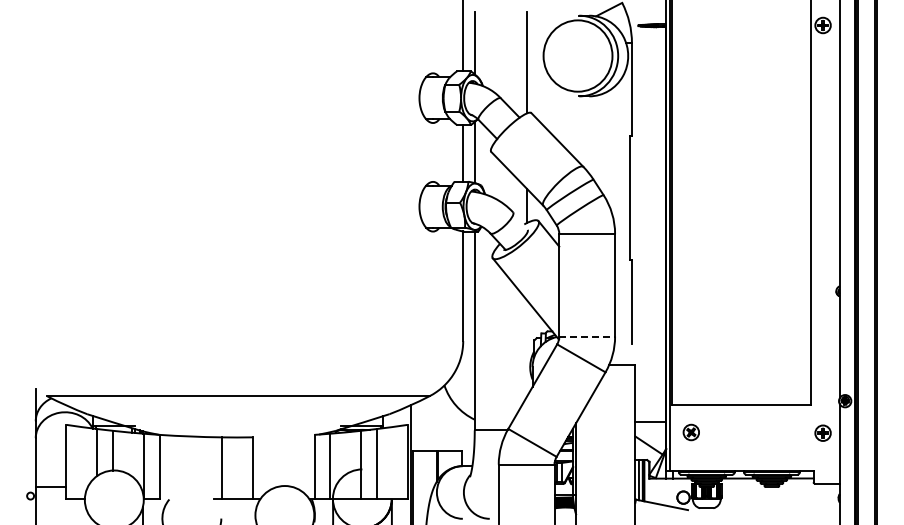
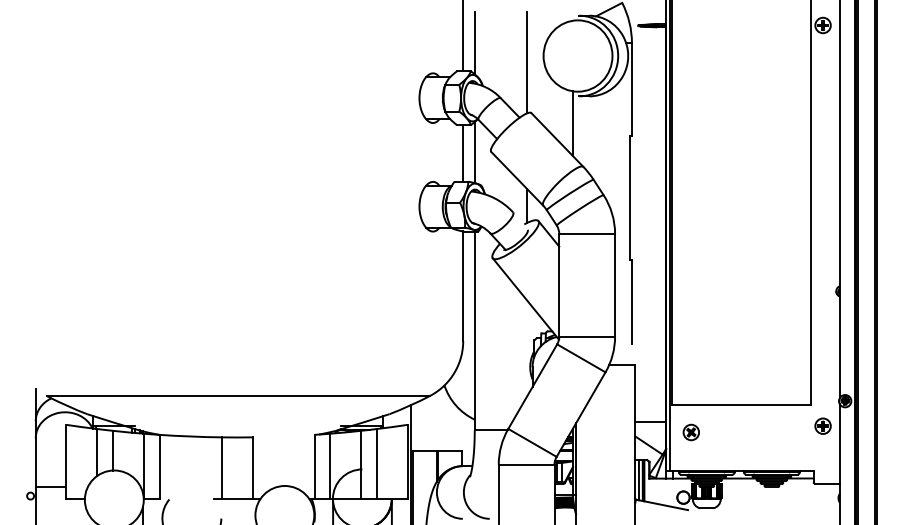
line at (573, 123): none -> present
line at (587, 336): dashed -> solid
part at (822, 432) position: (822, 432) -> (822, 425)
